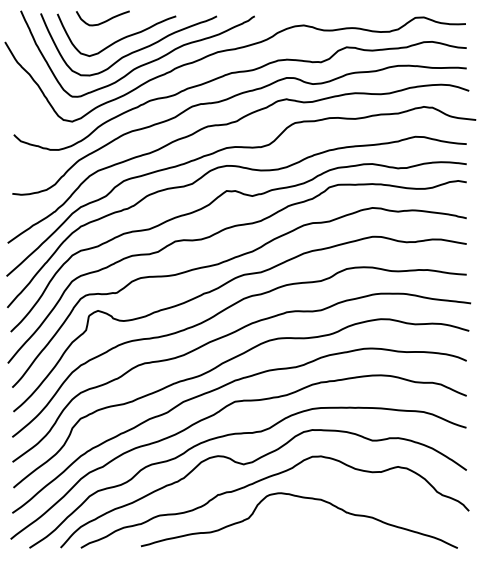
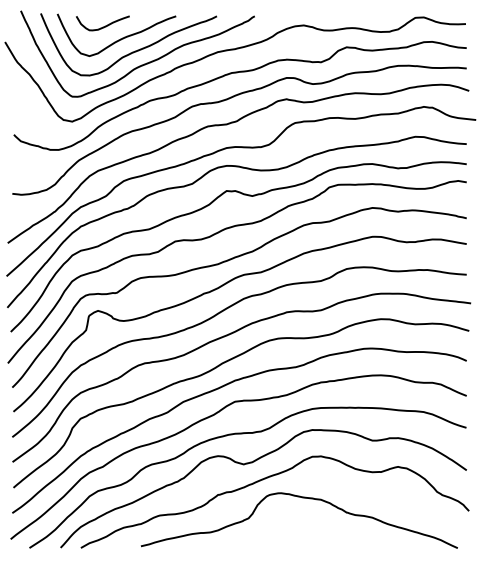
curve at (102, 21) position: (102, 21) -> (102, 26)
